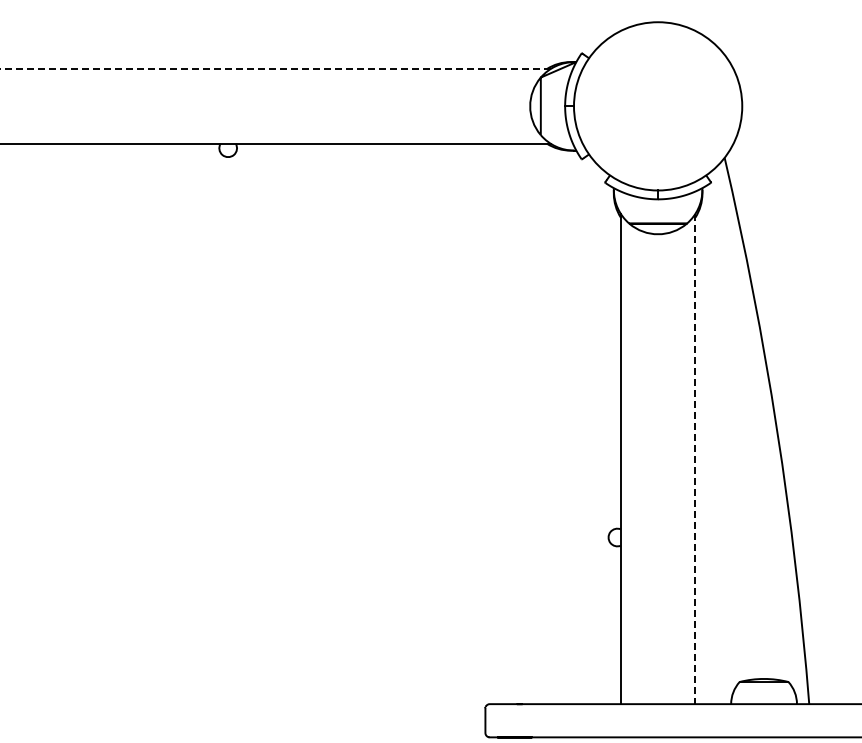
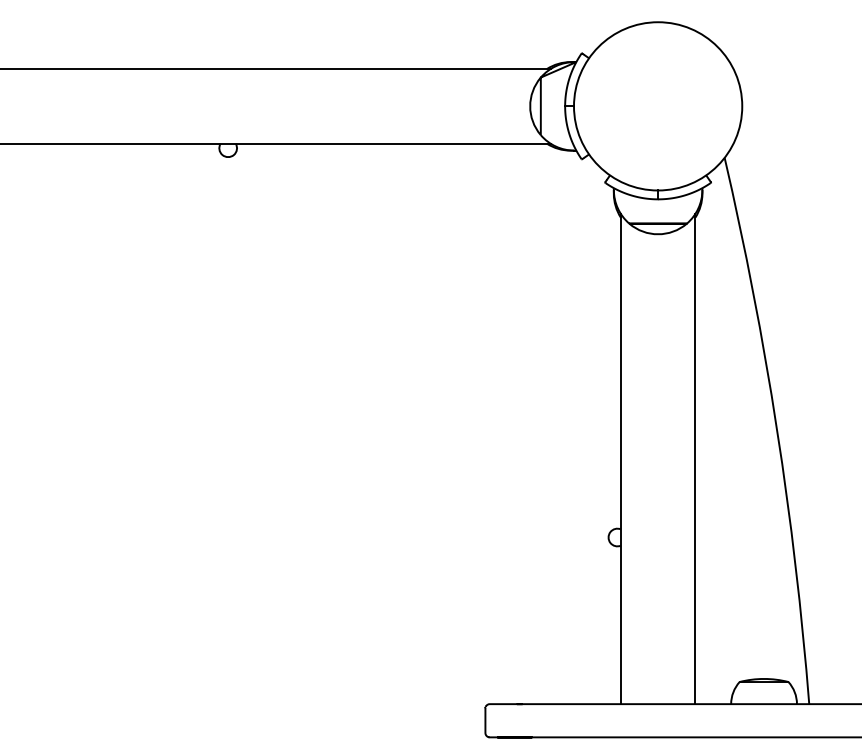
line at (275, 69): dashed -> solid
line at (695, 459): dashed -> solid
